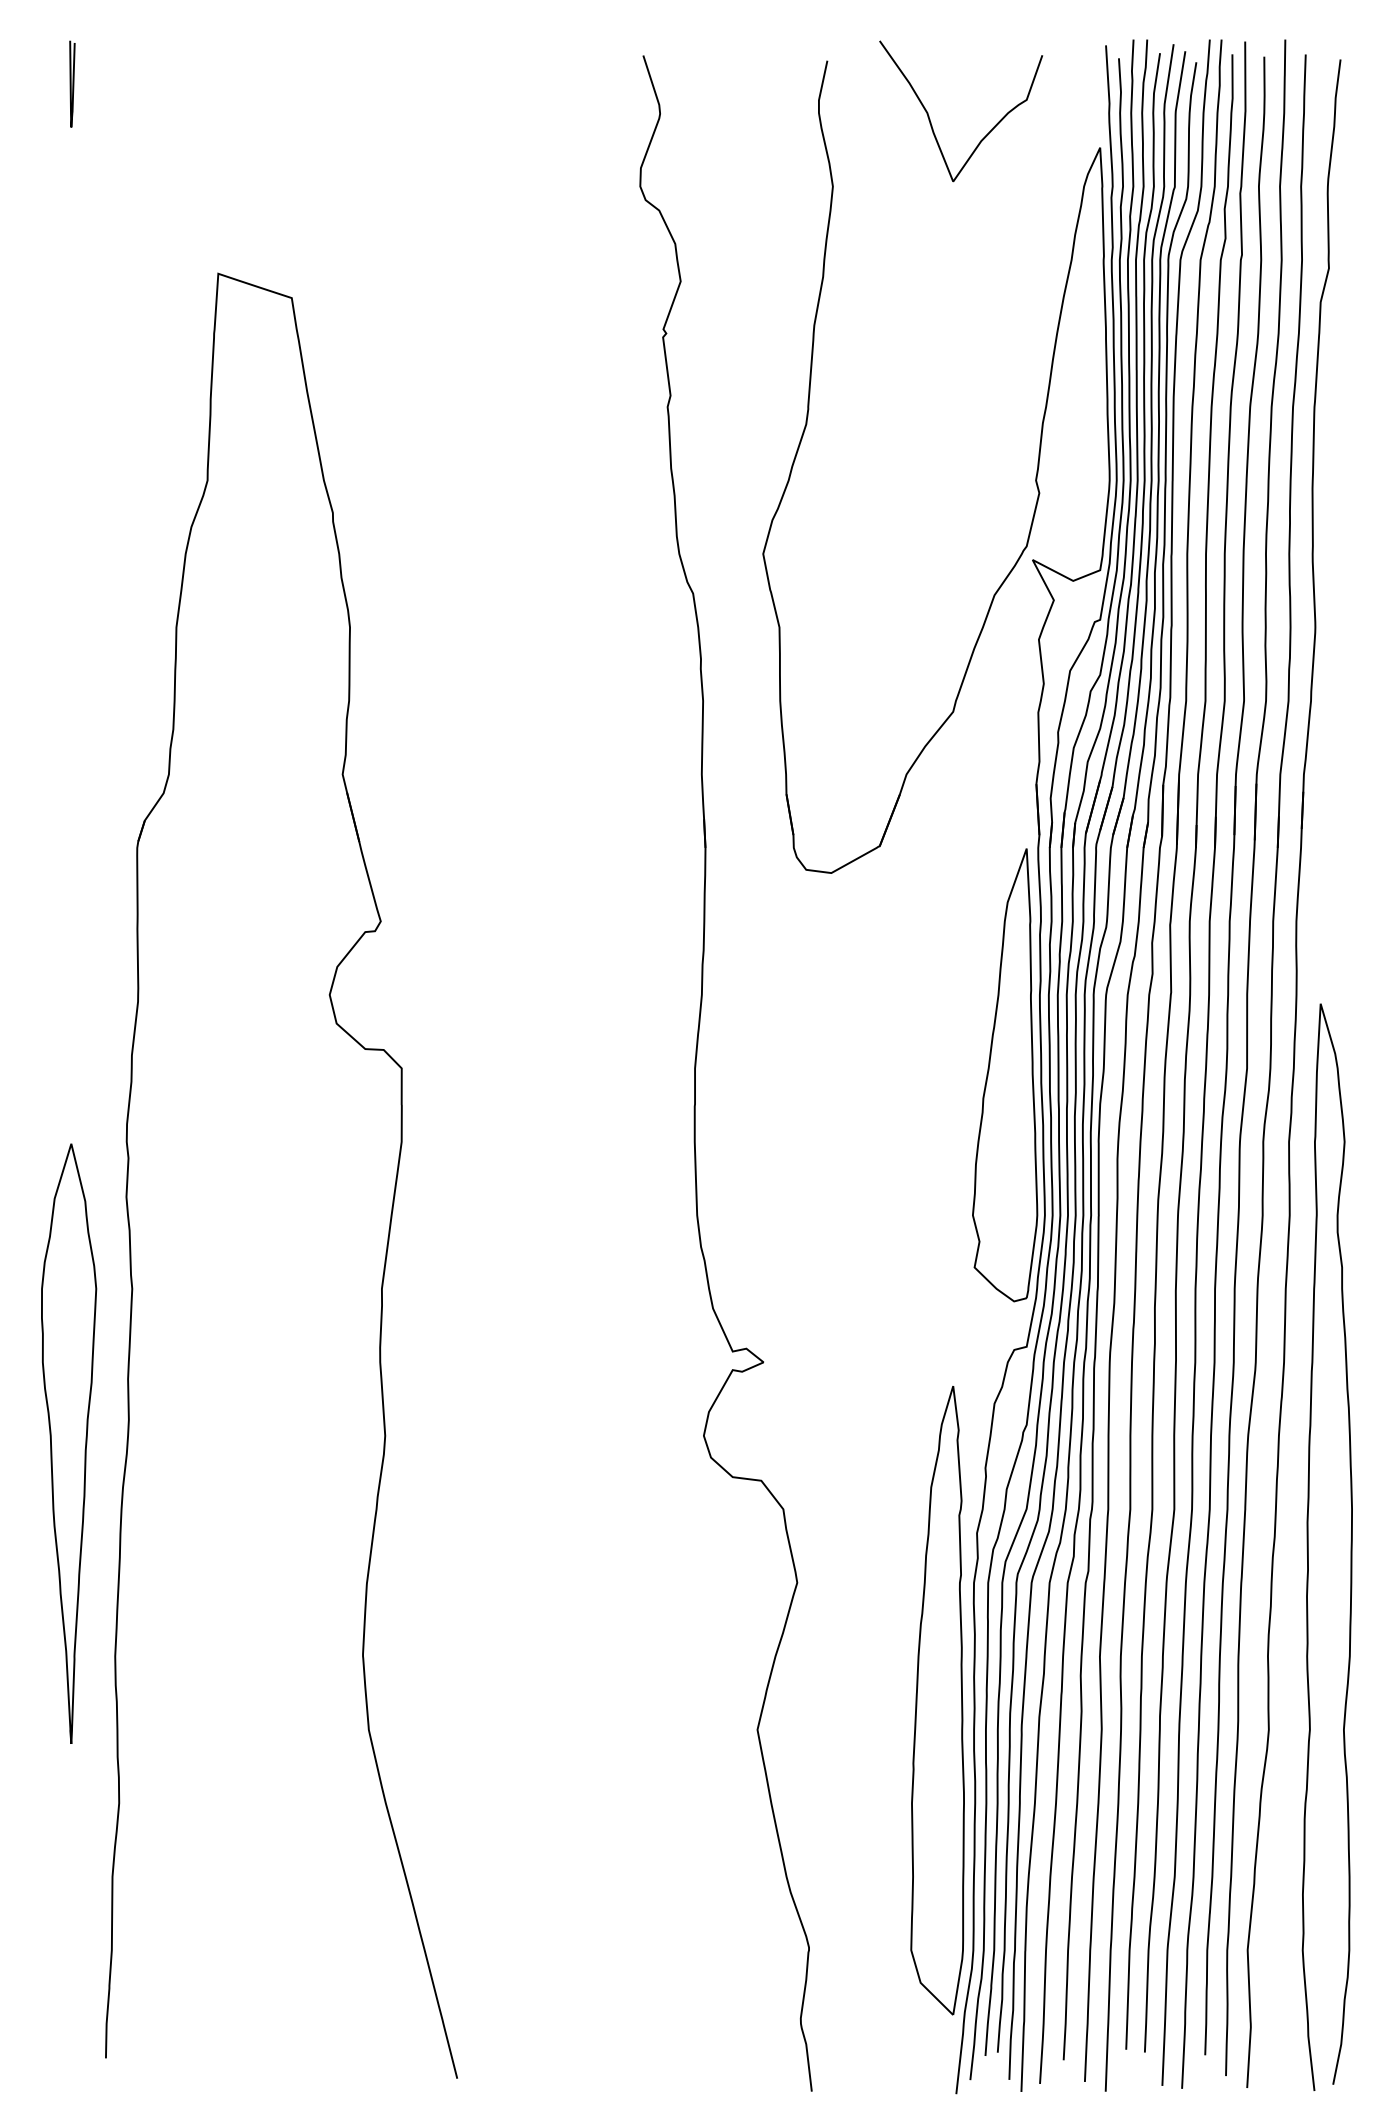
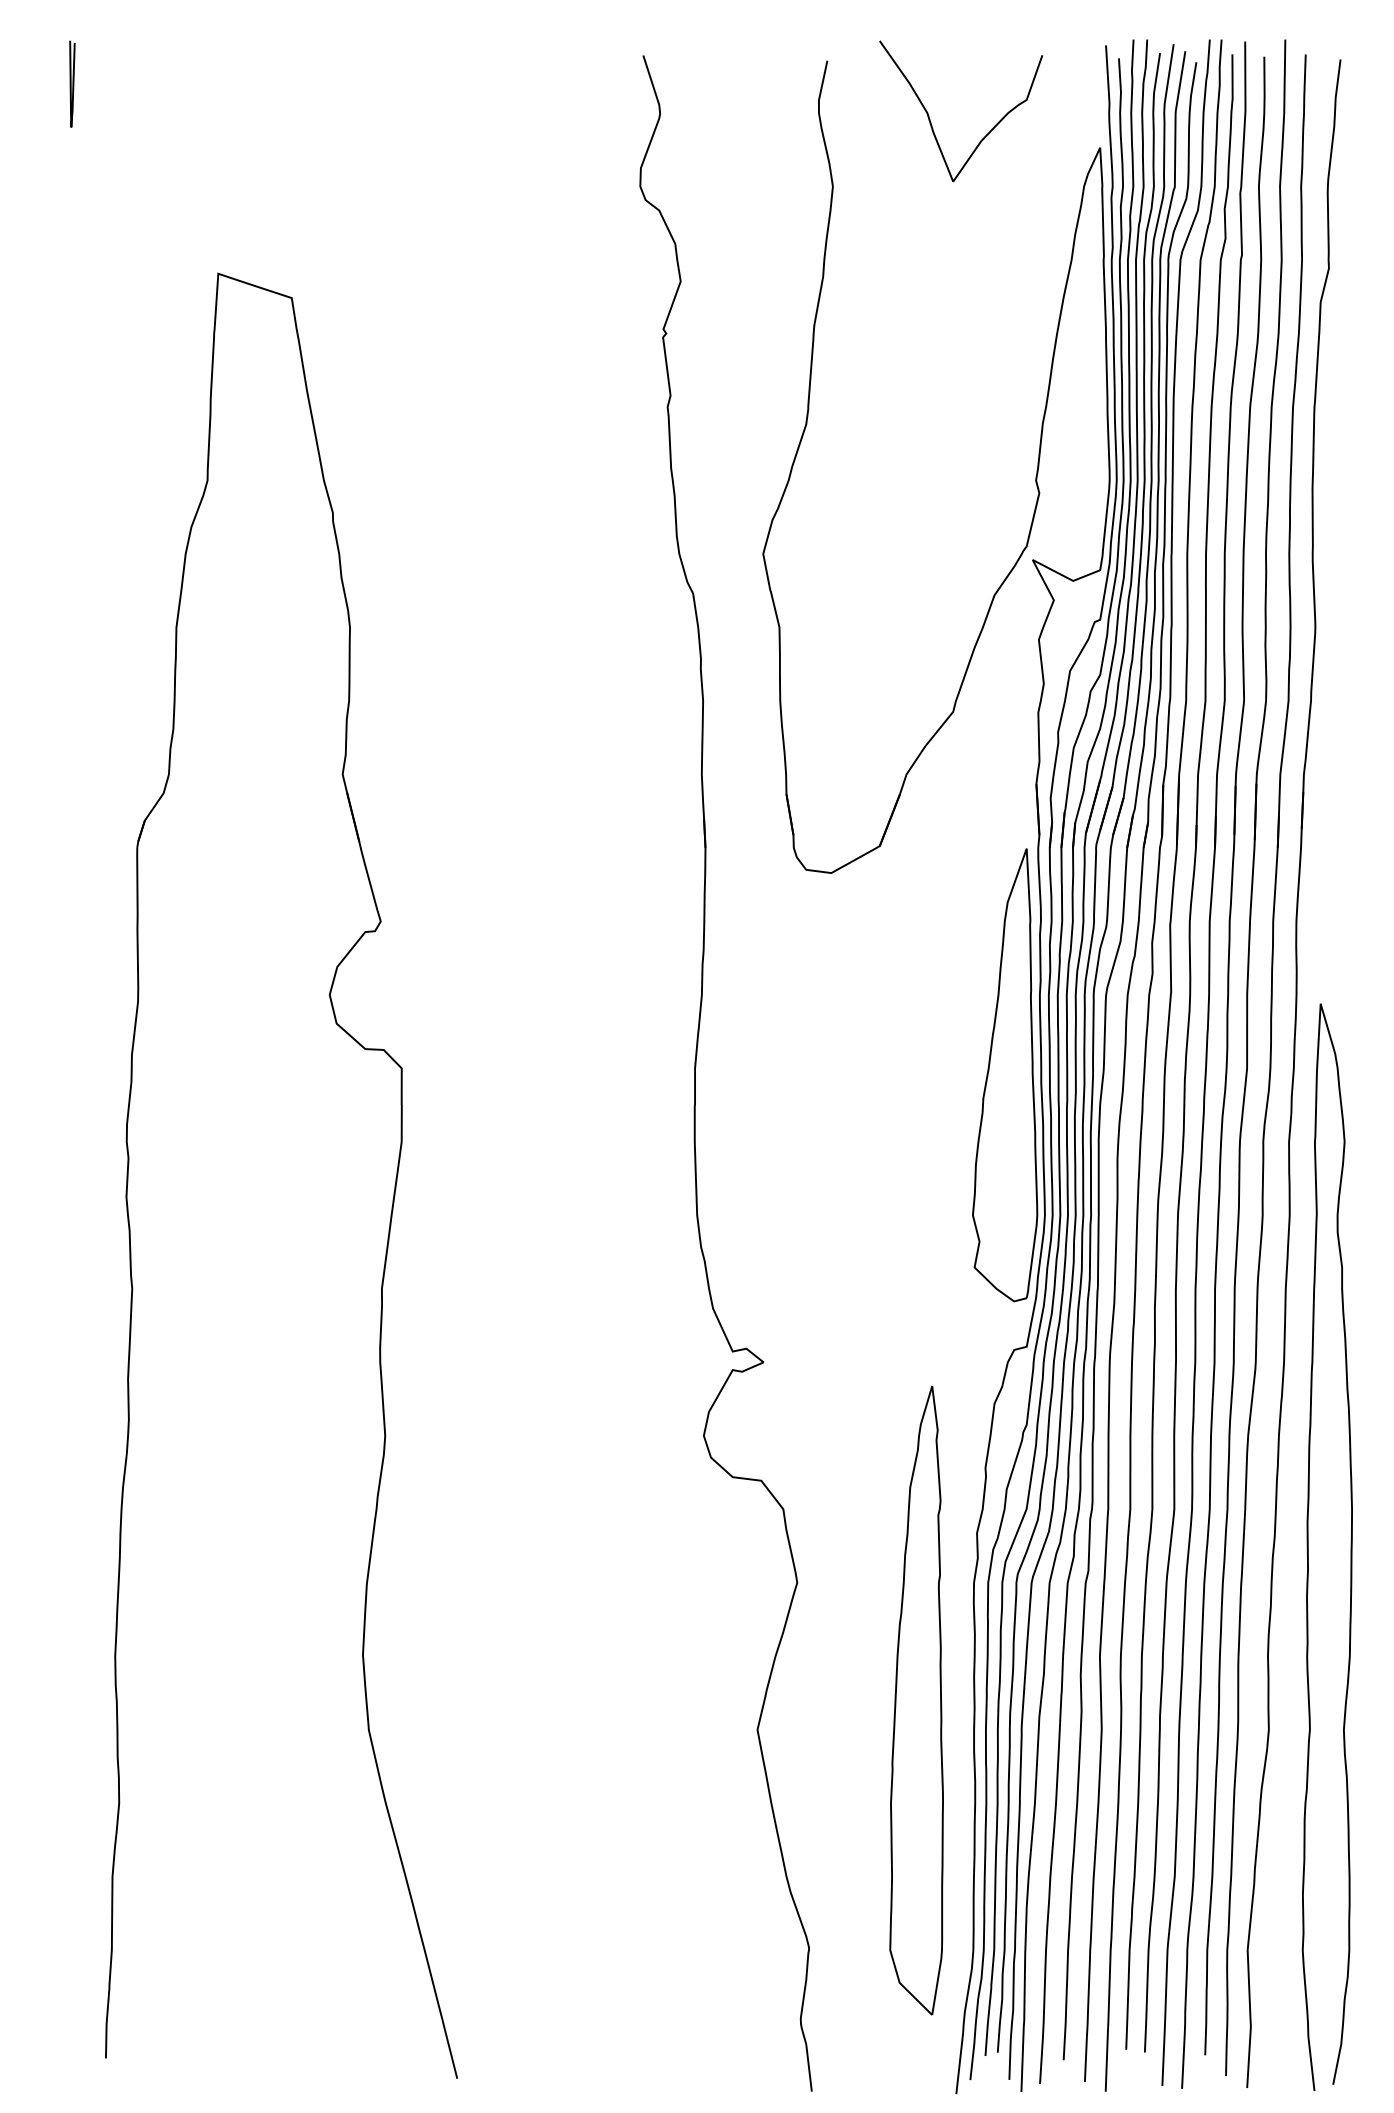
part at (69, 1443): present -> none
part at (937, 1700) position: (937, 1700) -> (916, 1700)
